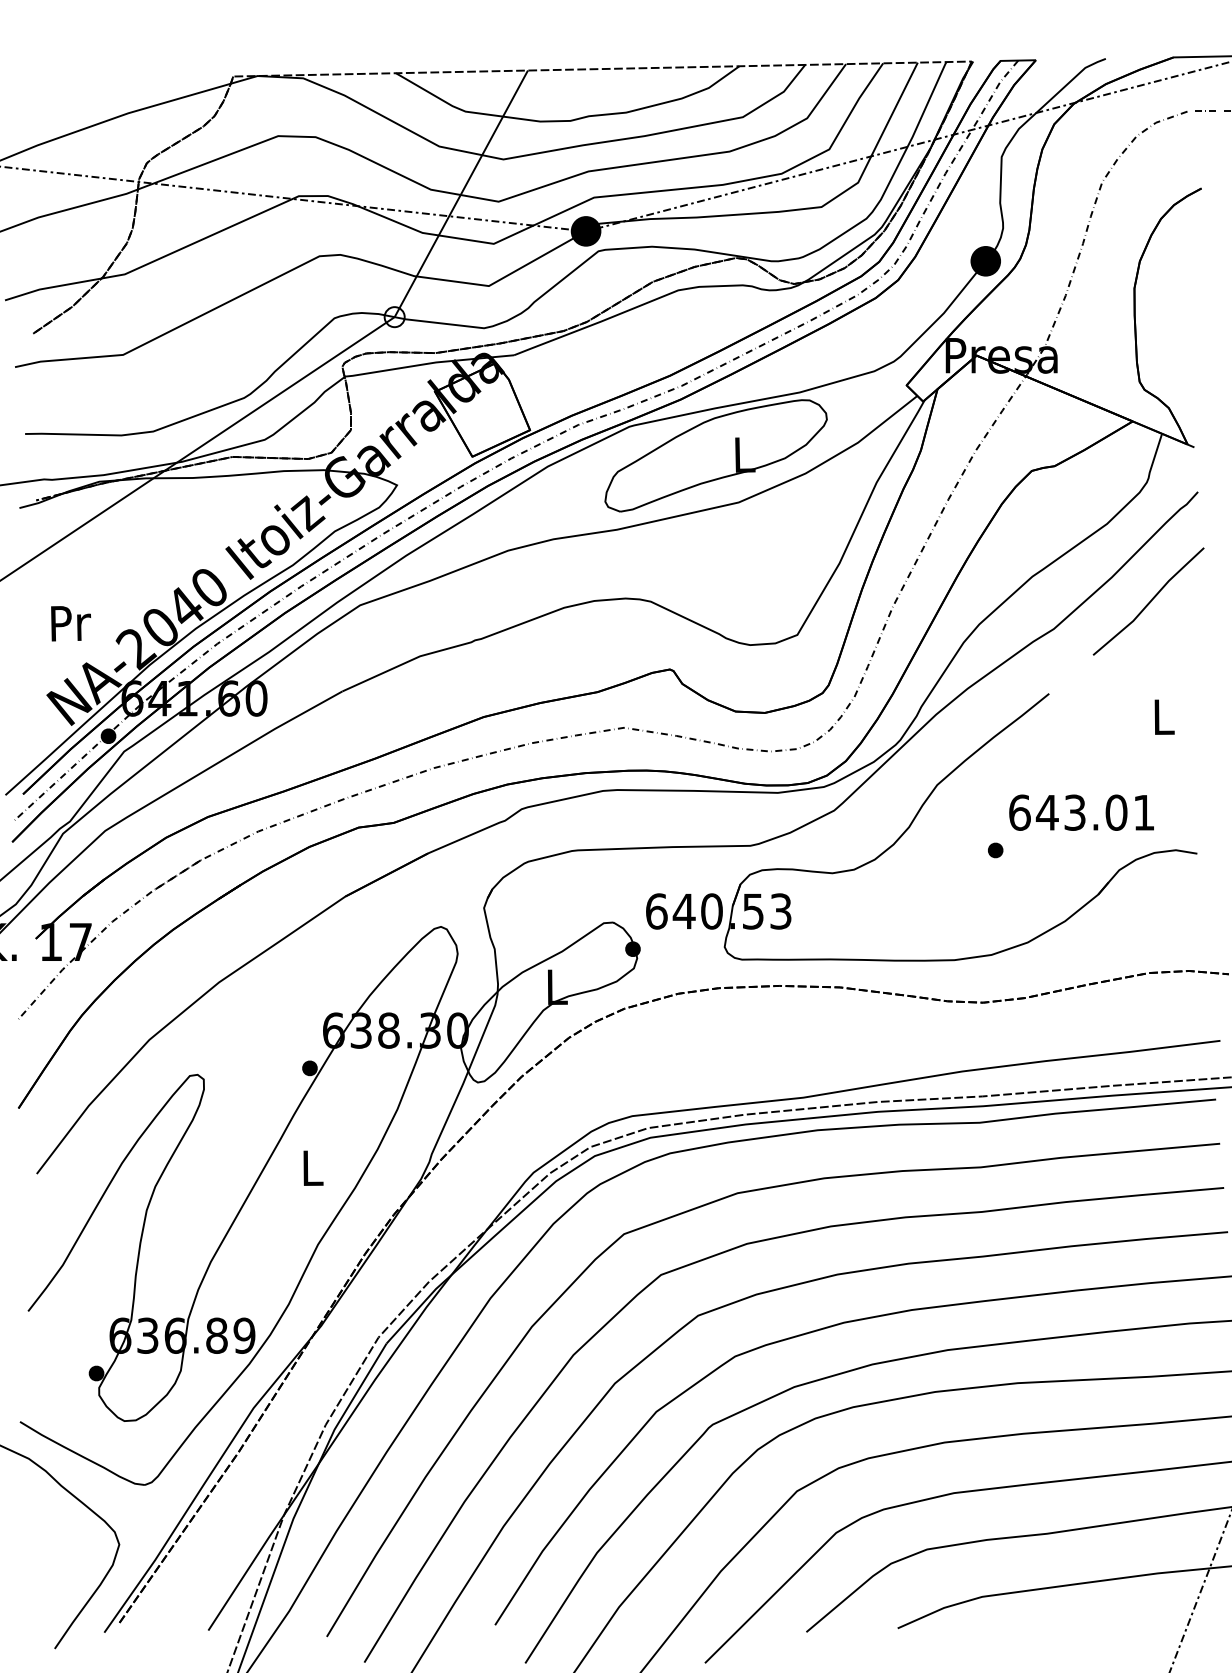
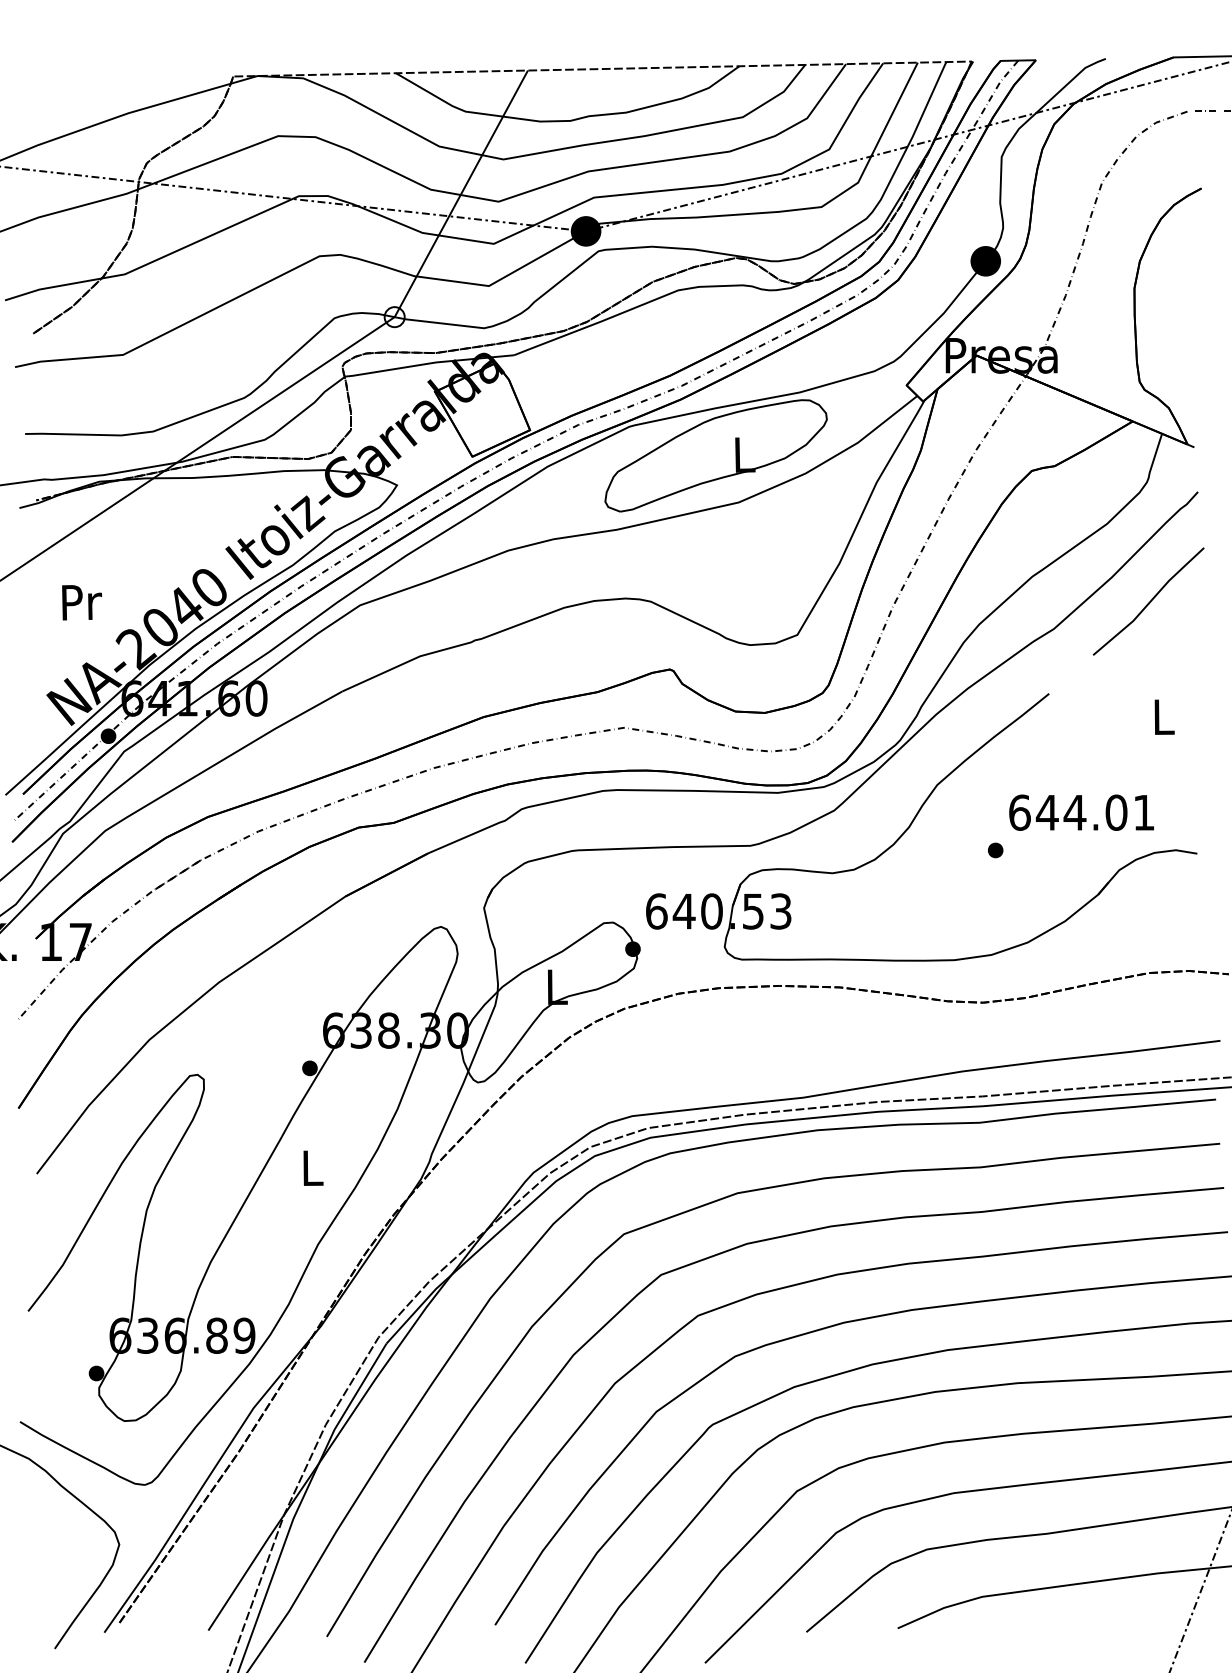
text at (70, 623) position: (70, 623) -> (81, 602)
text at (1074, 812): 643.01 -> 644.01
